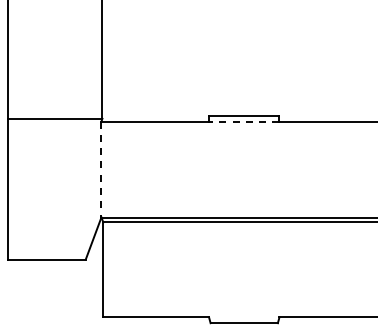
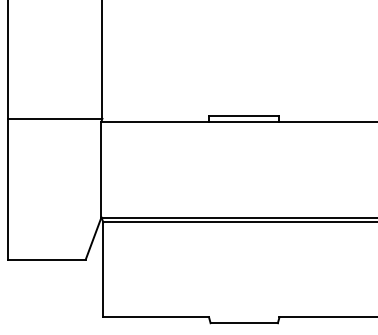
line at (243, 121): dashed -> solid
line at (101, 169): dashed -> solid
